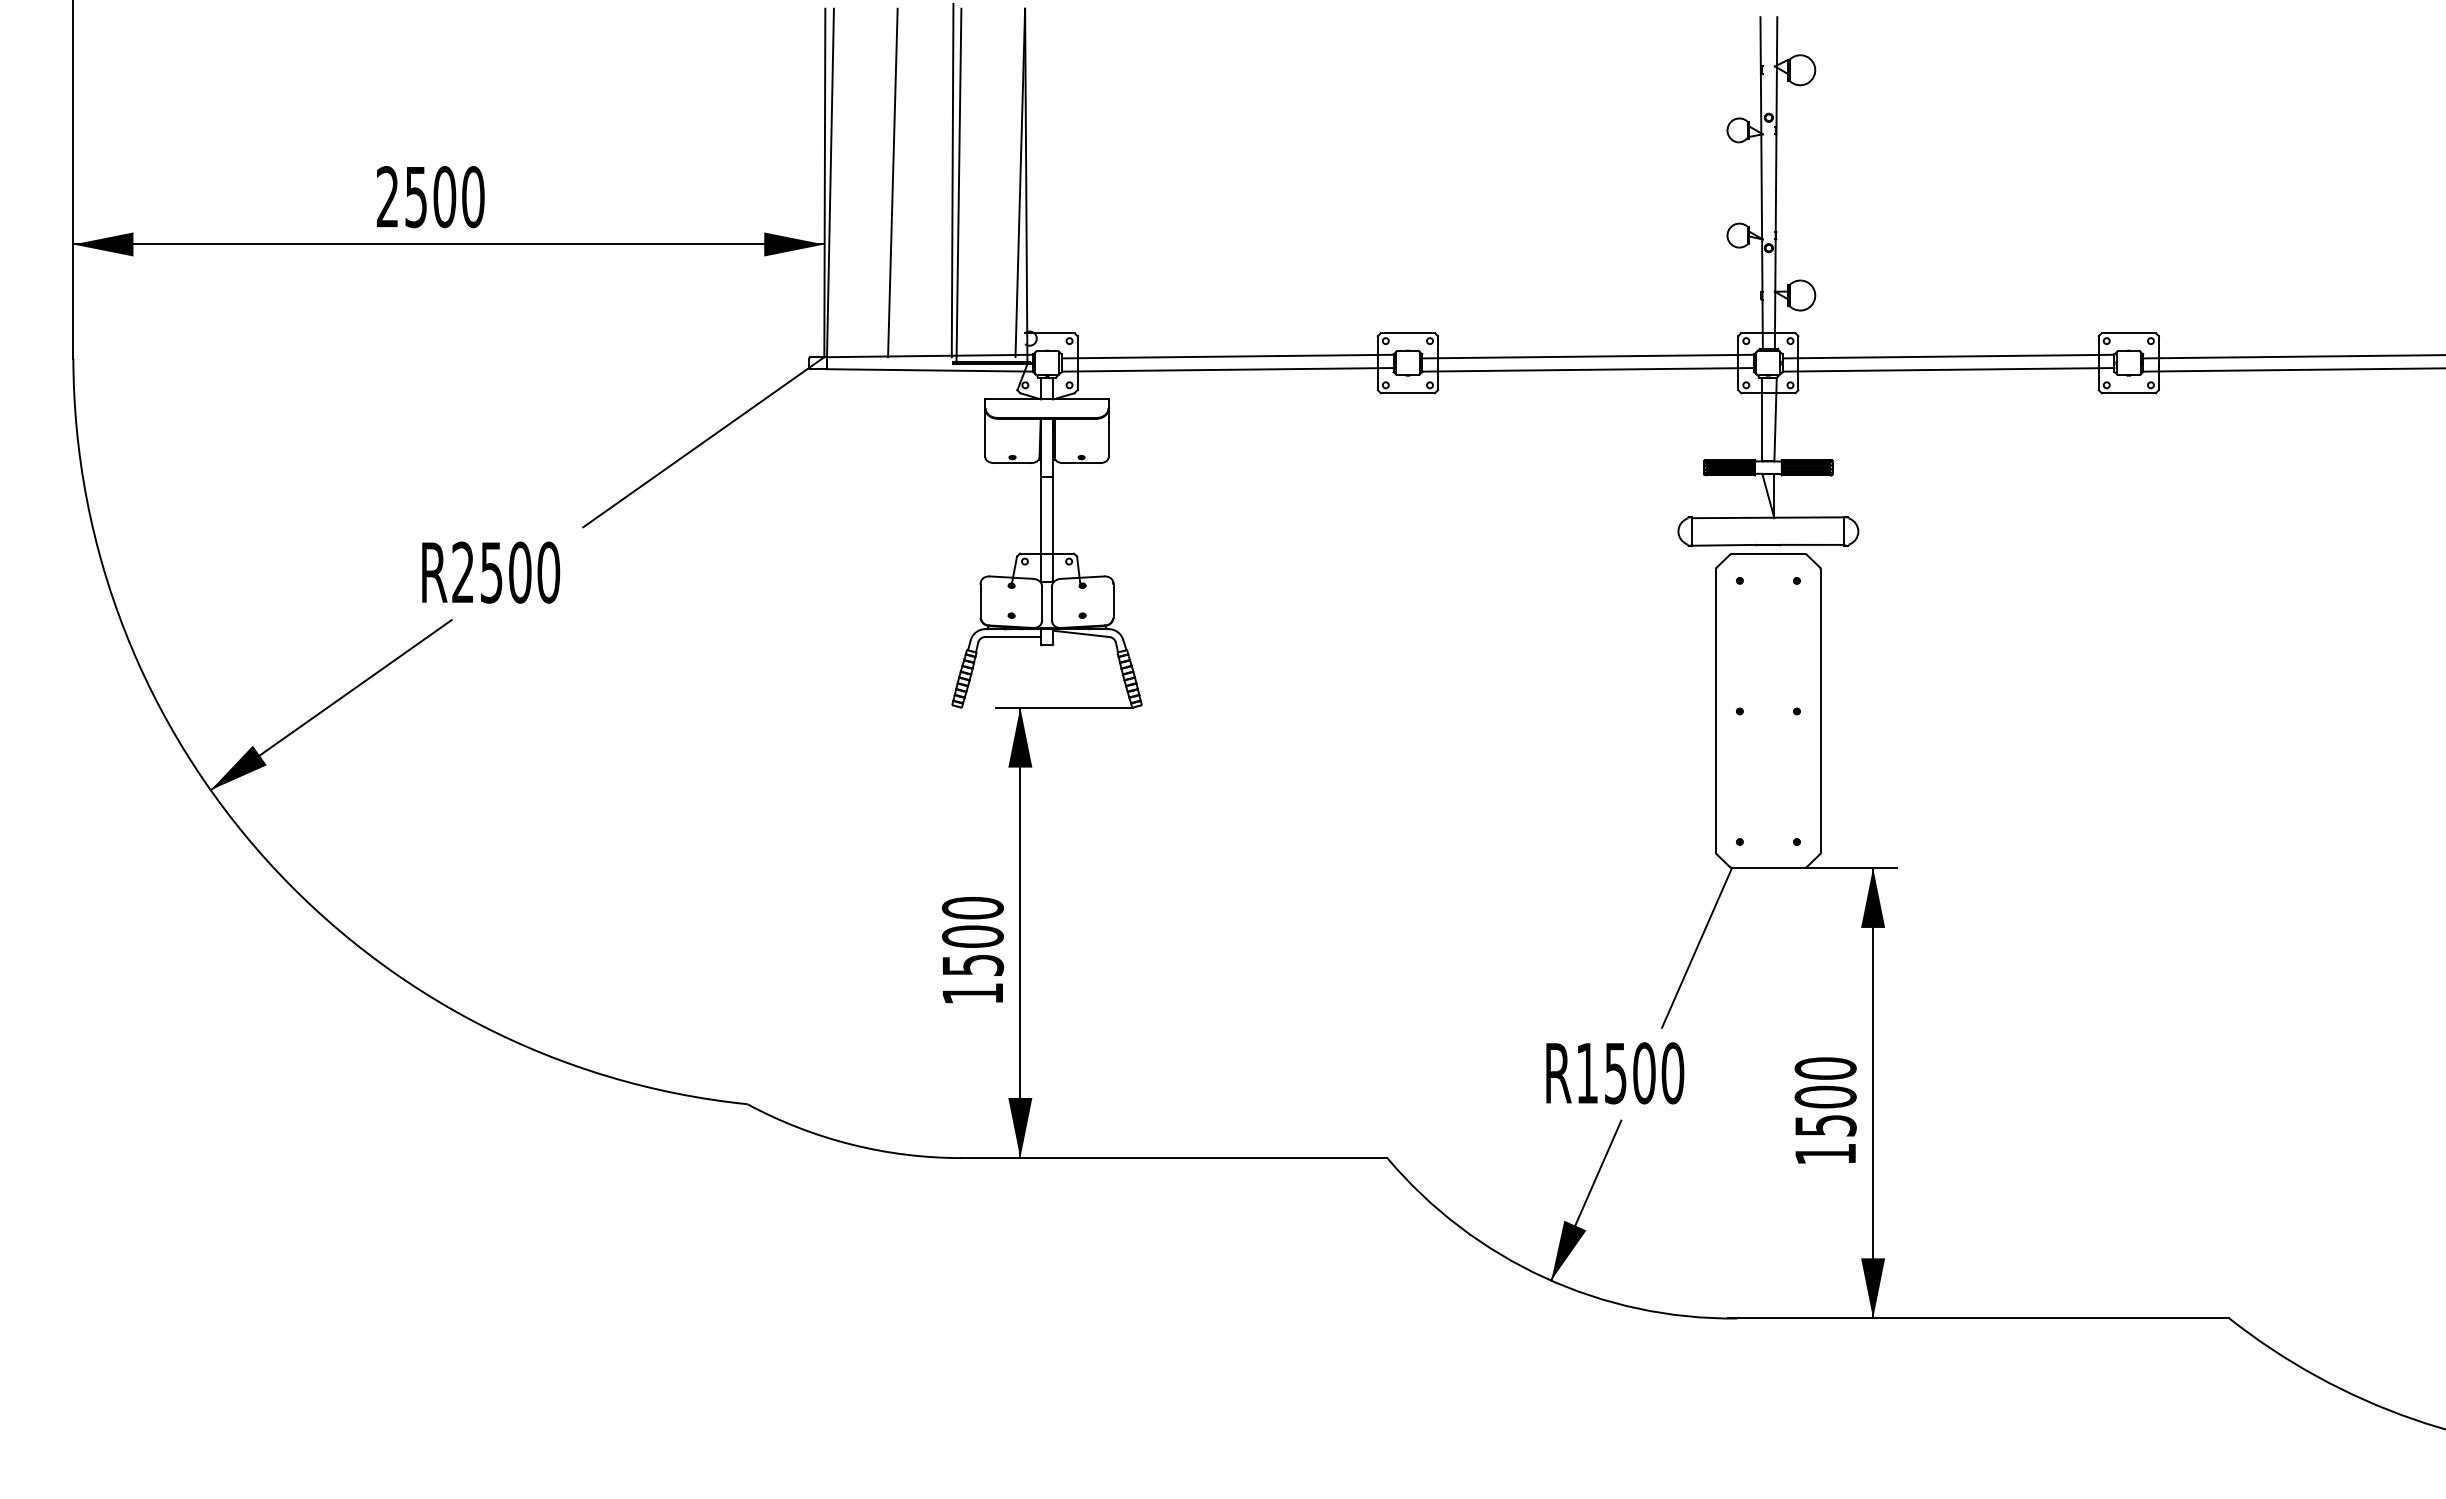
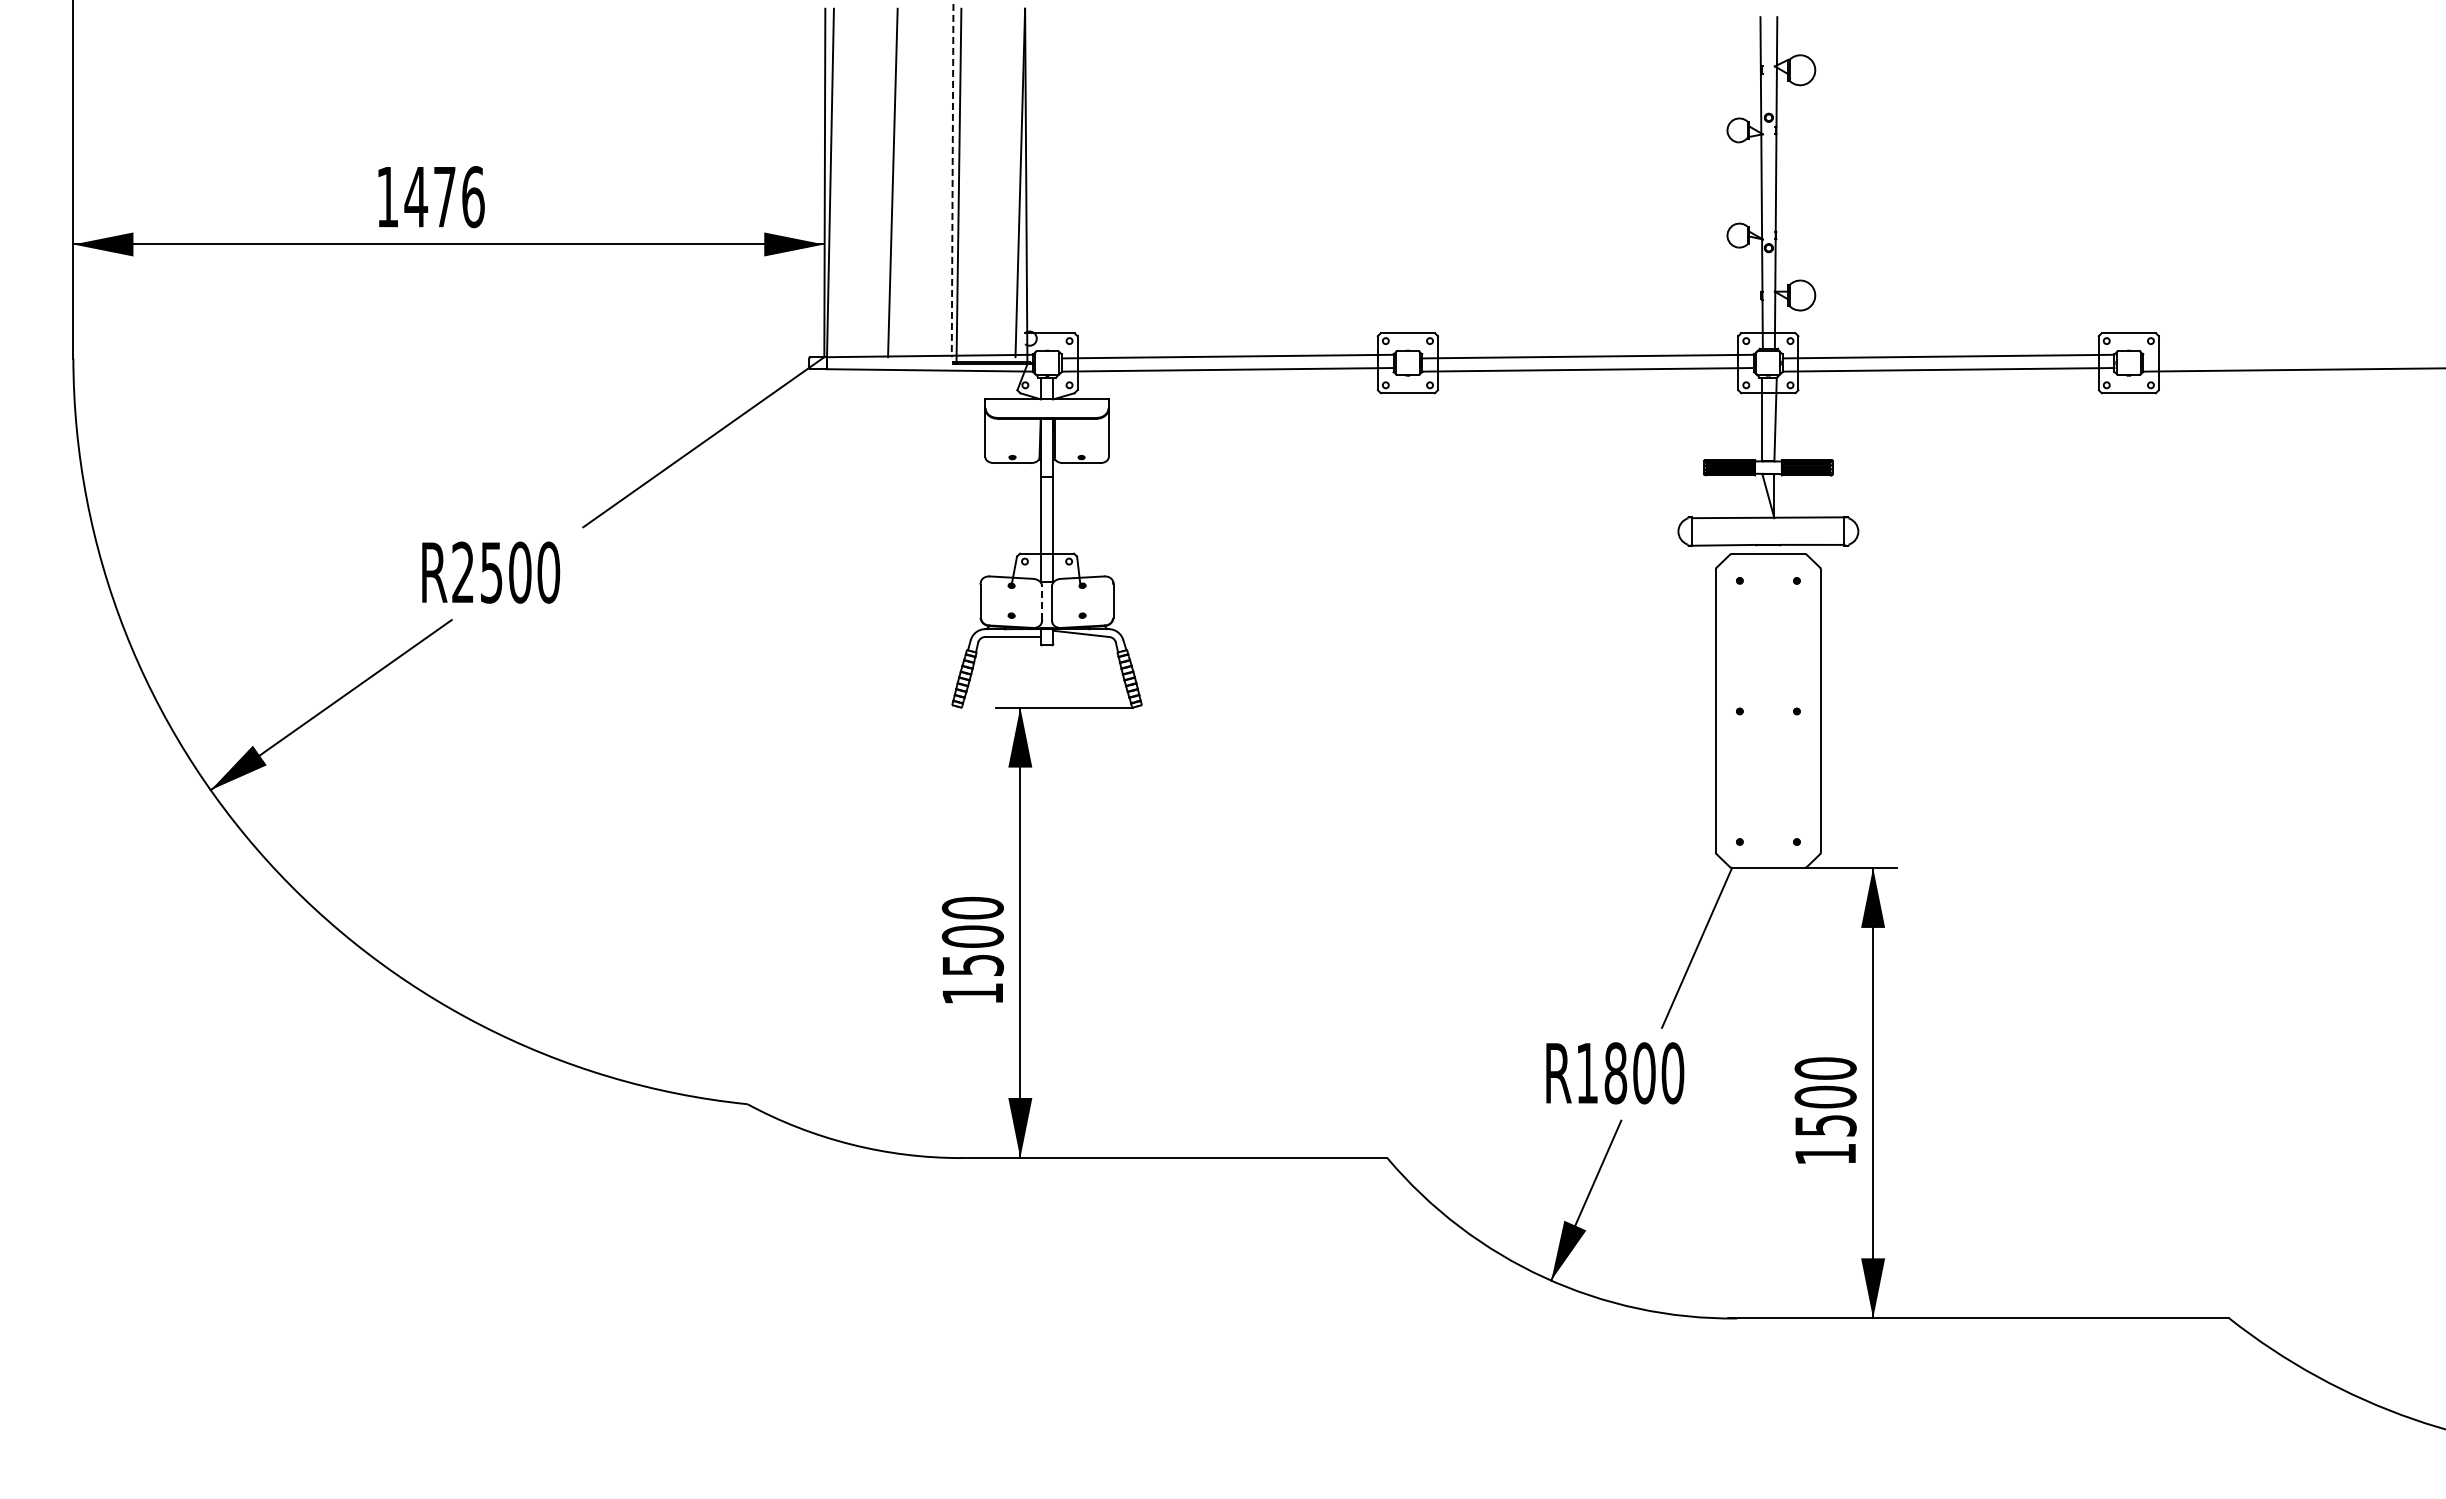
line at (952, 180): solid -> dashed
text at (430, 197): 2500 -> 1476
line at (2292, 356): present -> none
line at (1042, 603): solid -> dashed
text at (1615, 1073): R1500 -> R1800
